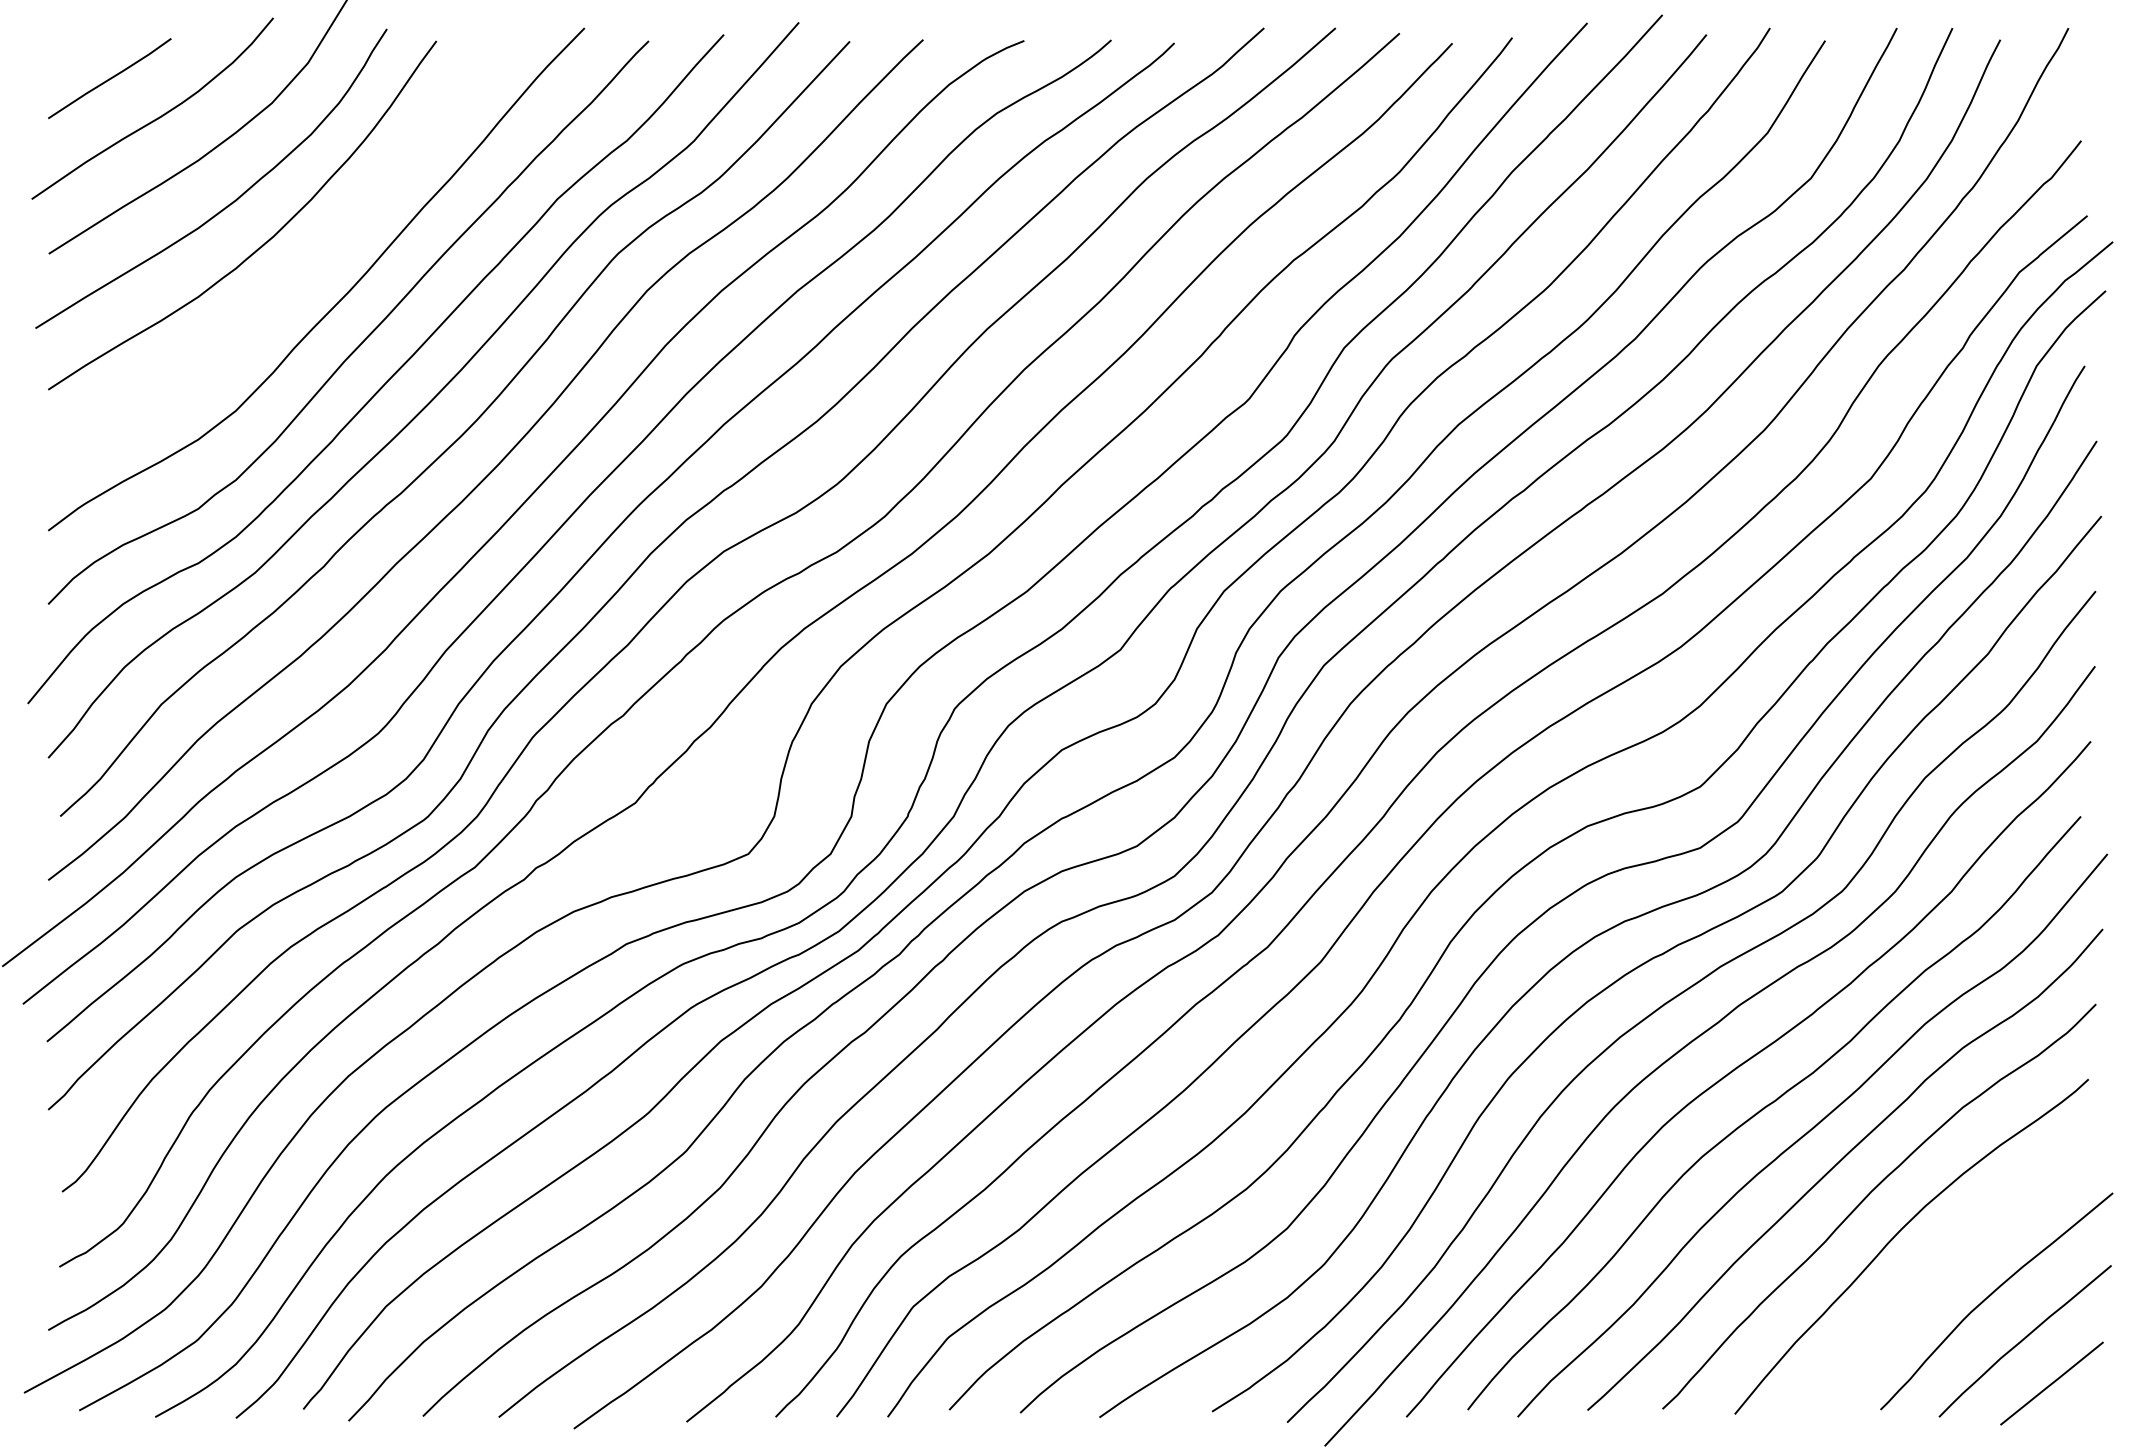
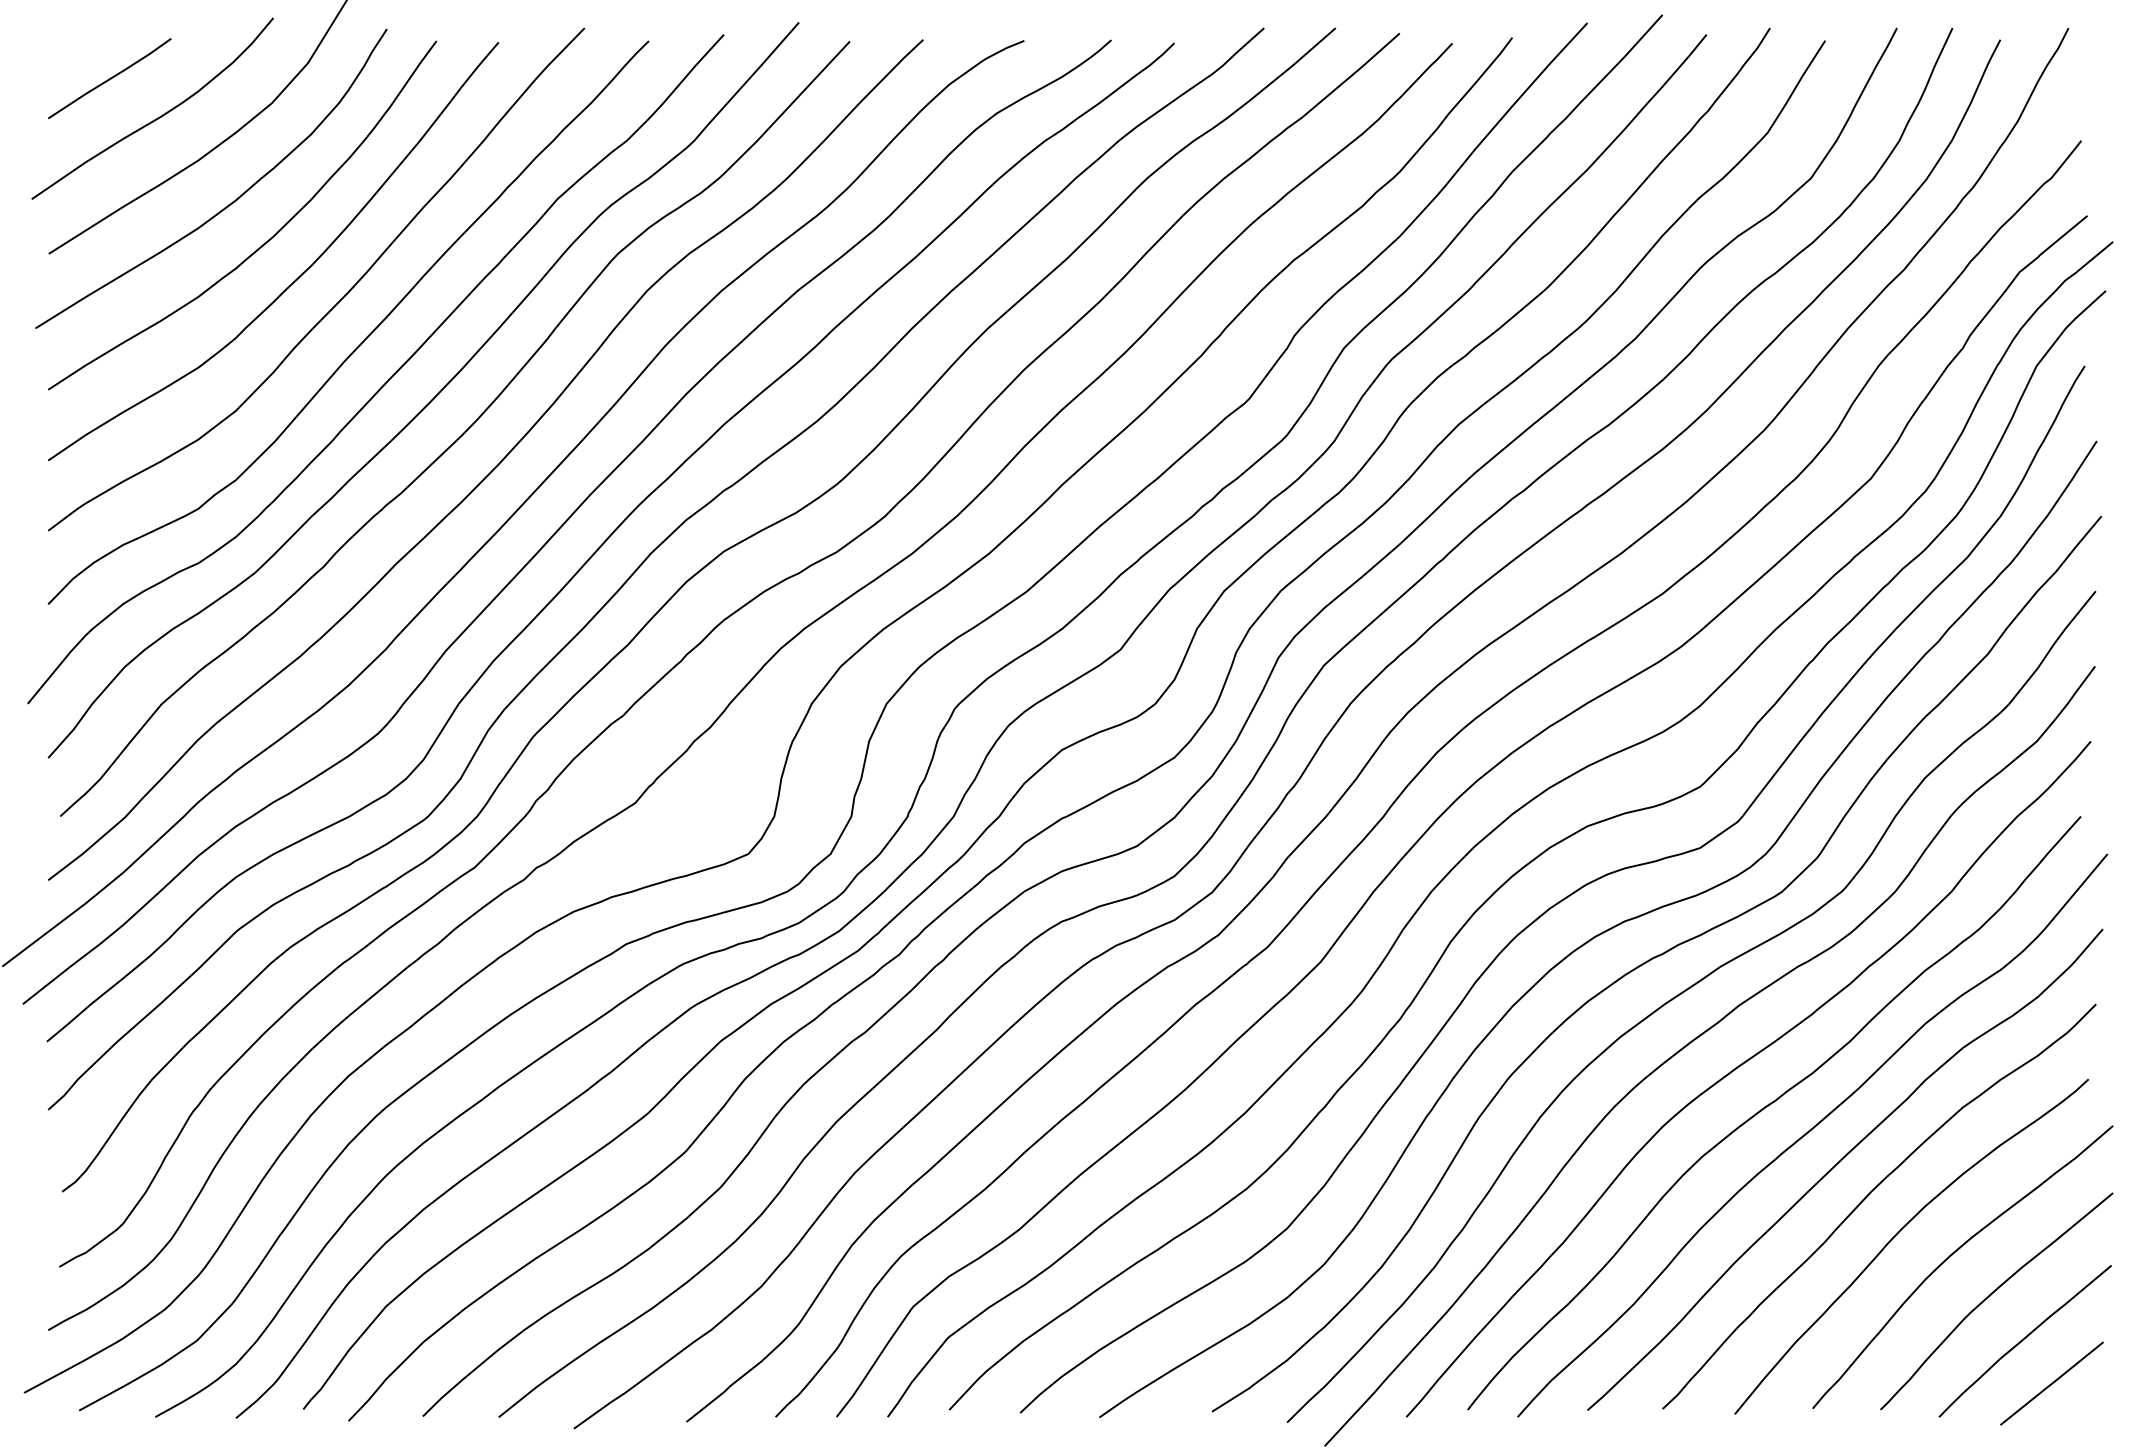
curve at (298, 276): none -> present
curve at (1951, 1256): none -> present
